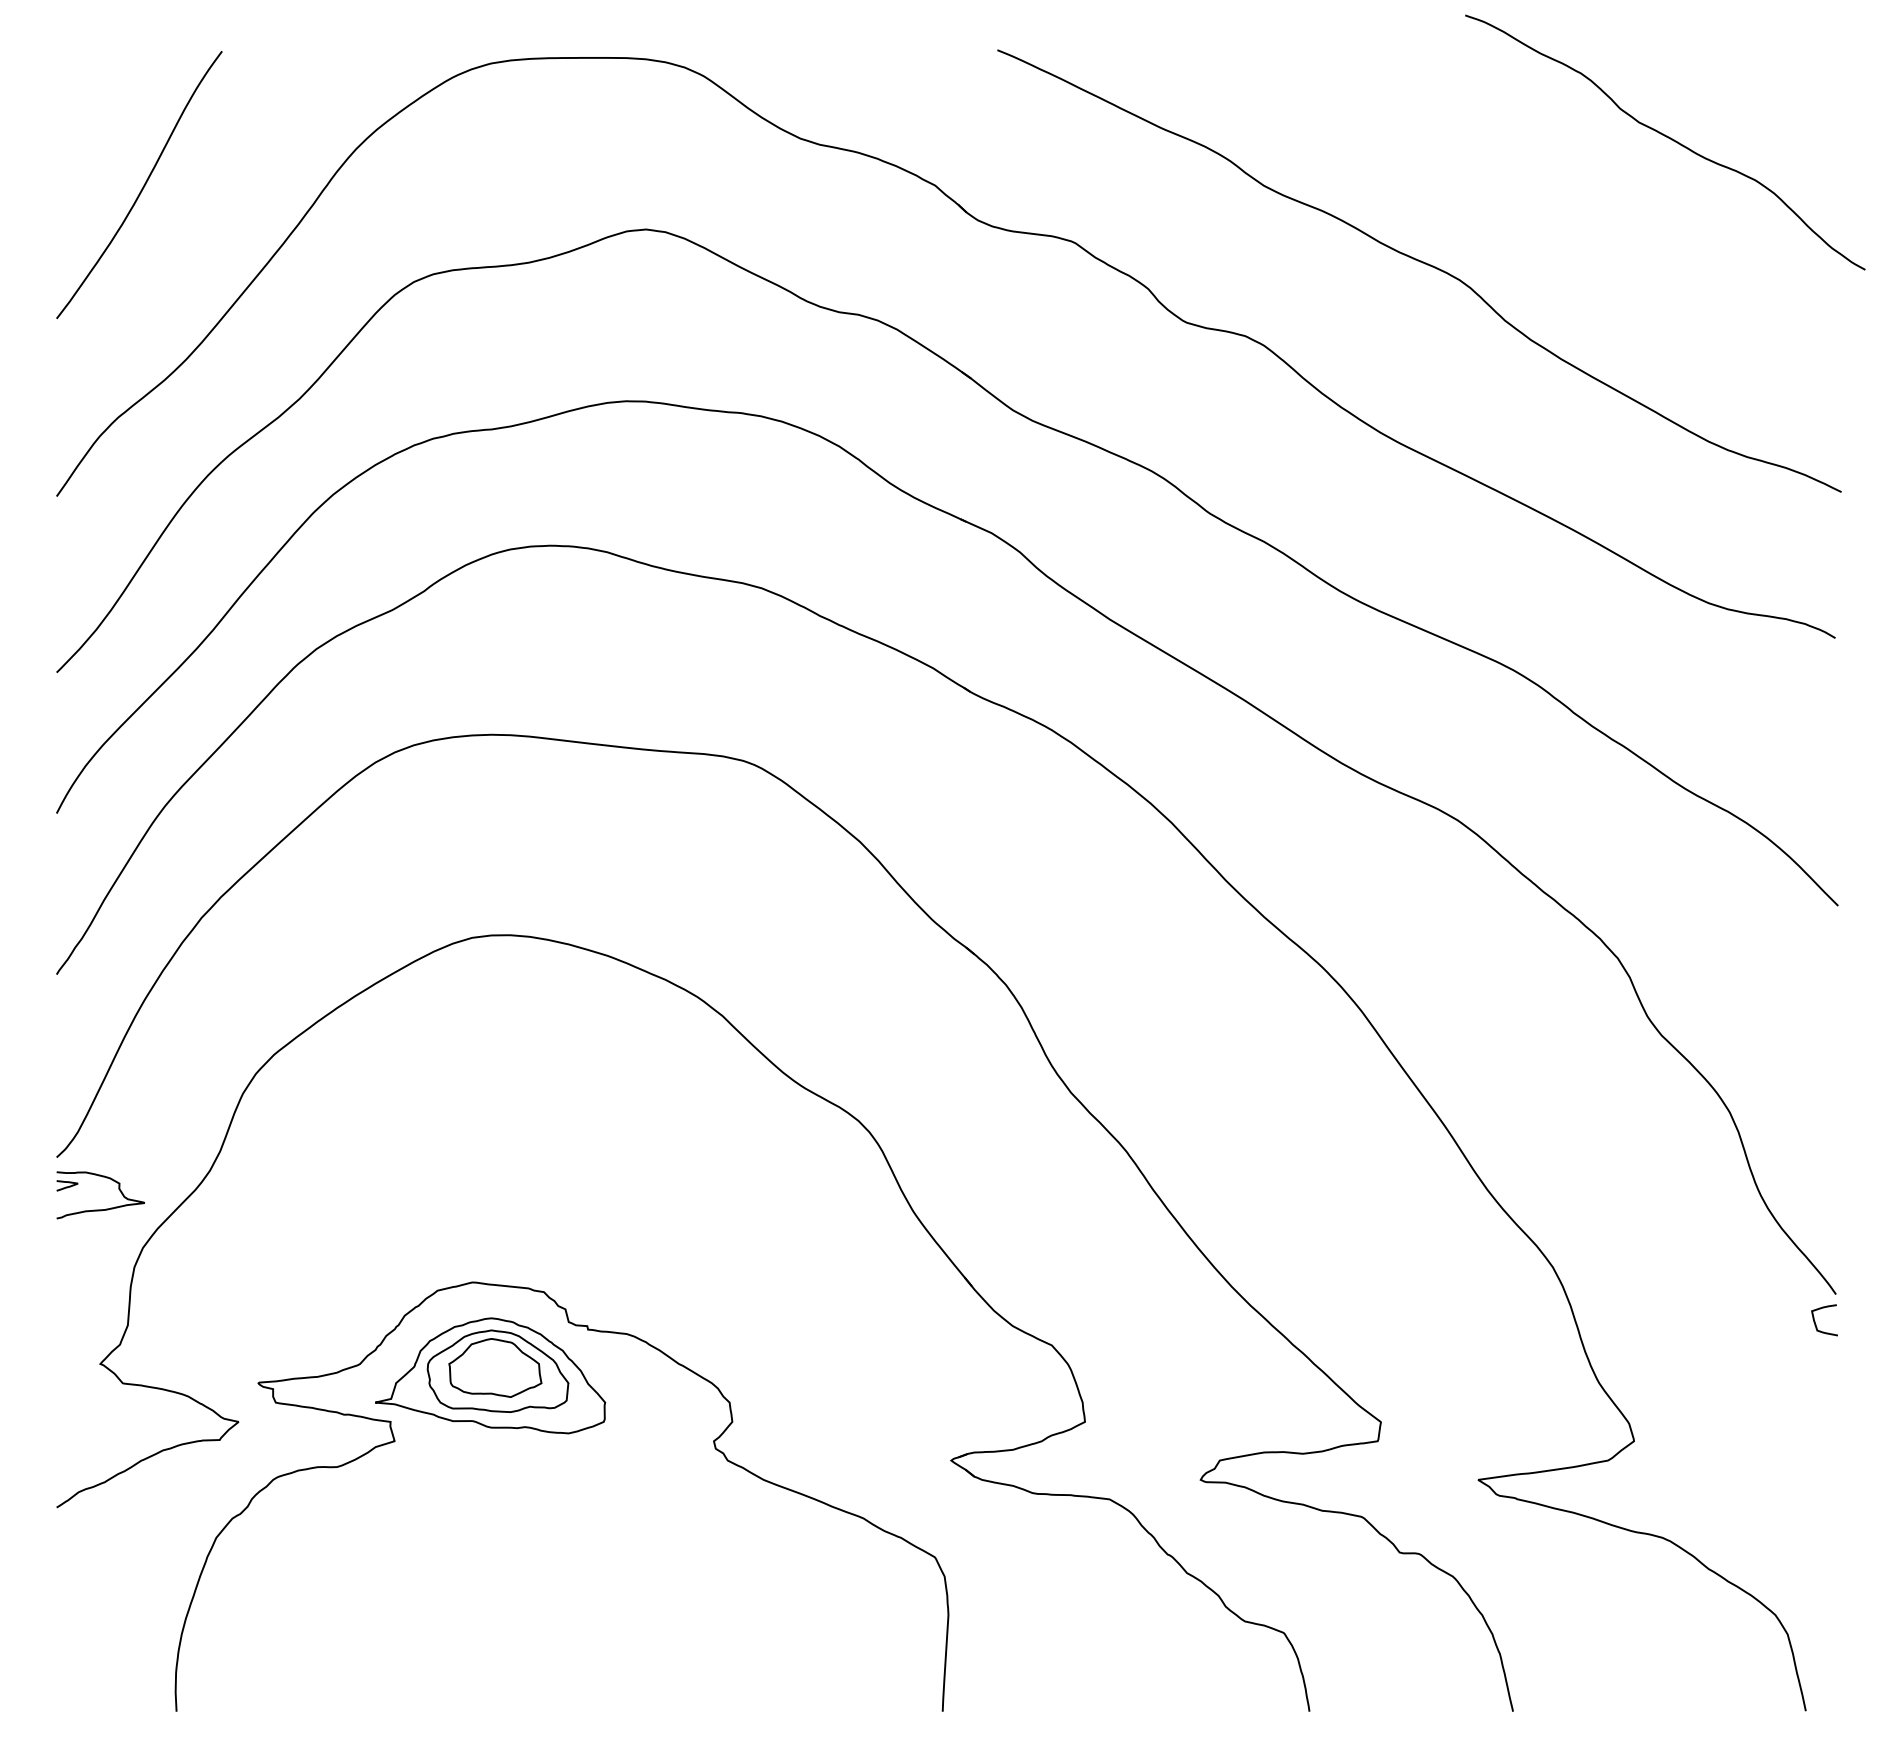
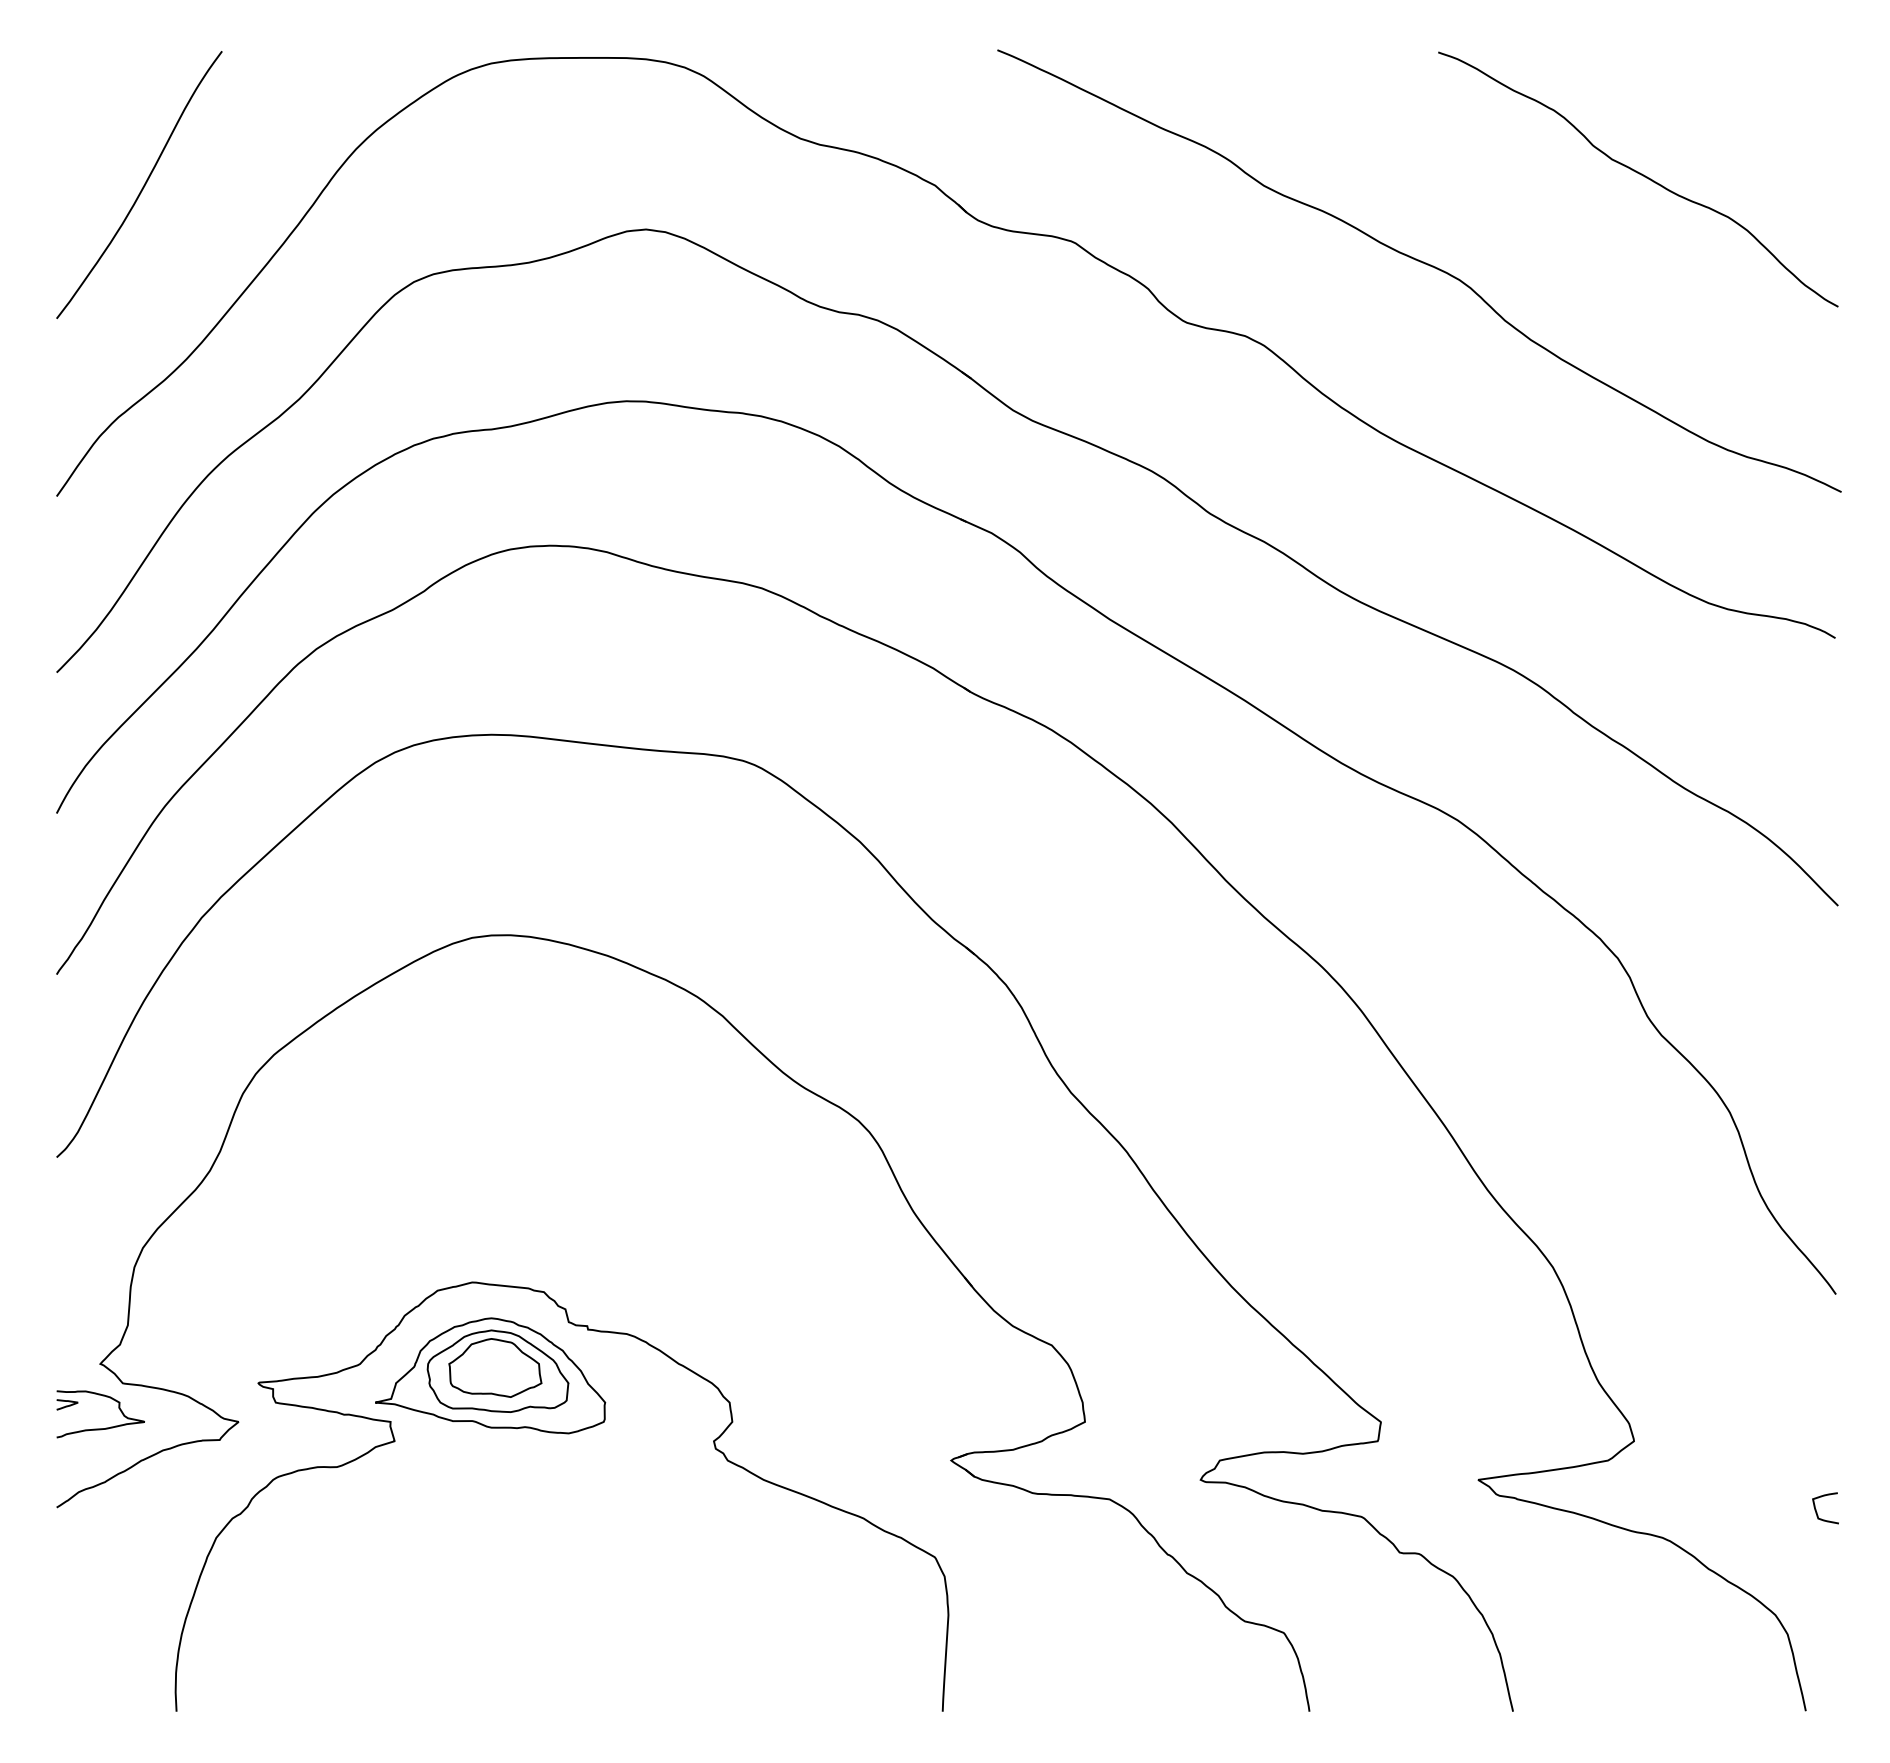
curve at (1668, 138) position: (1668, 138) -> (1641, 175)
part at (100, 1209) position: (100, 1209) -> (100, 1428)
curve at (1816, 1324) position: (1816, 1324) -> (1817, 1512)
